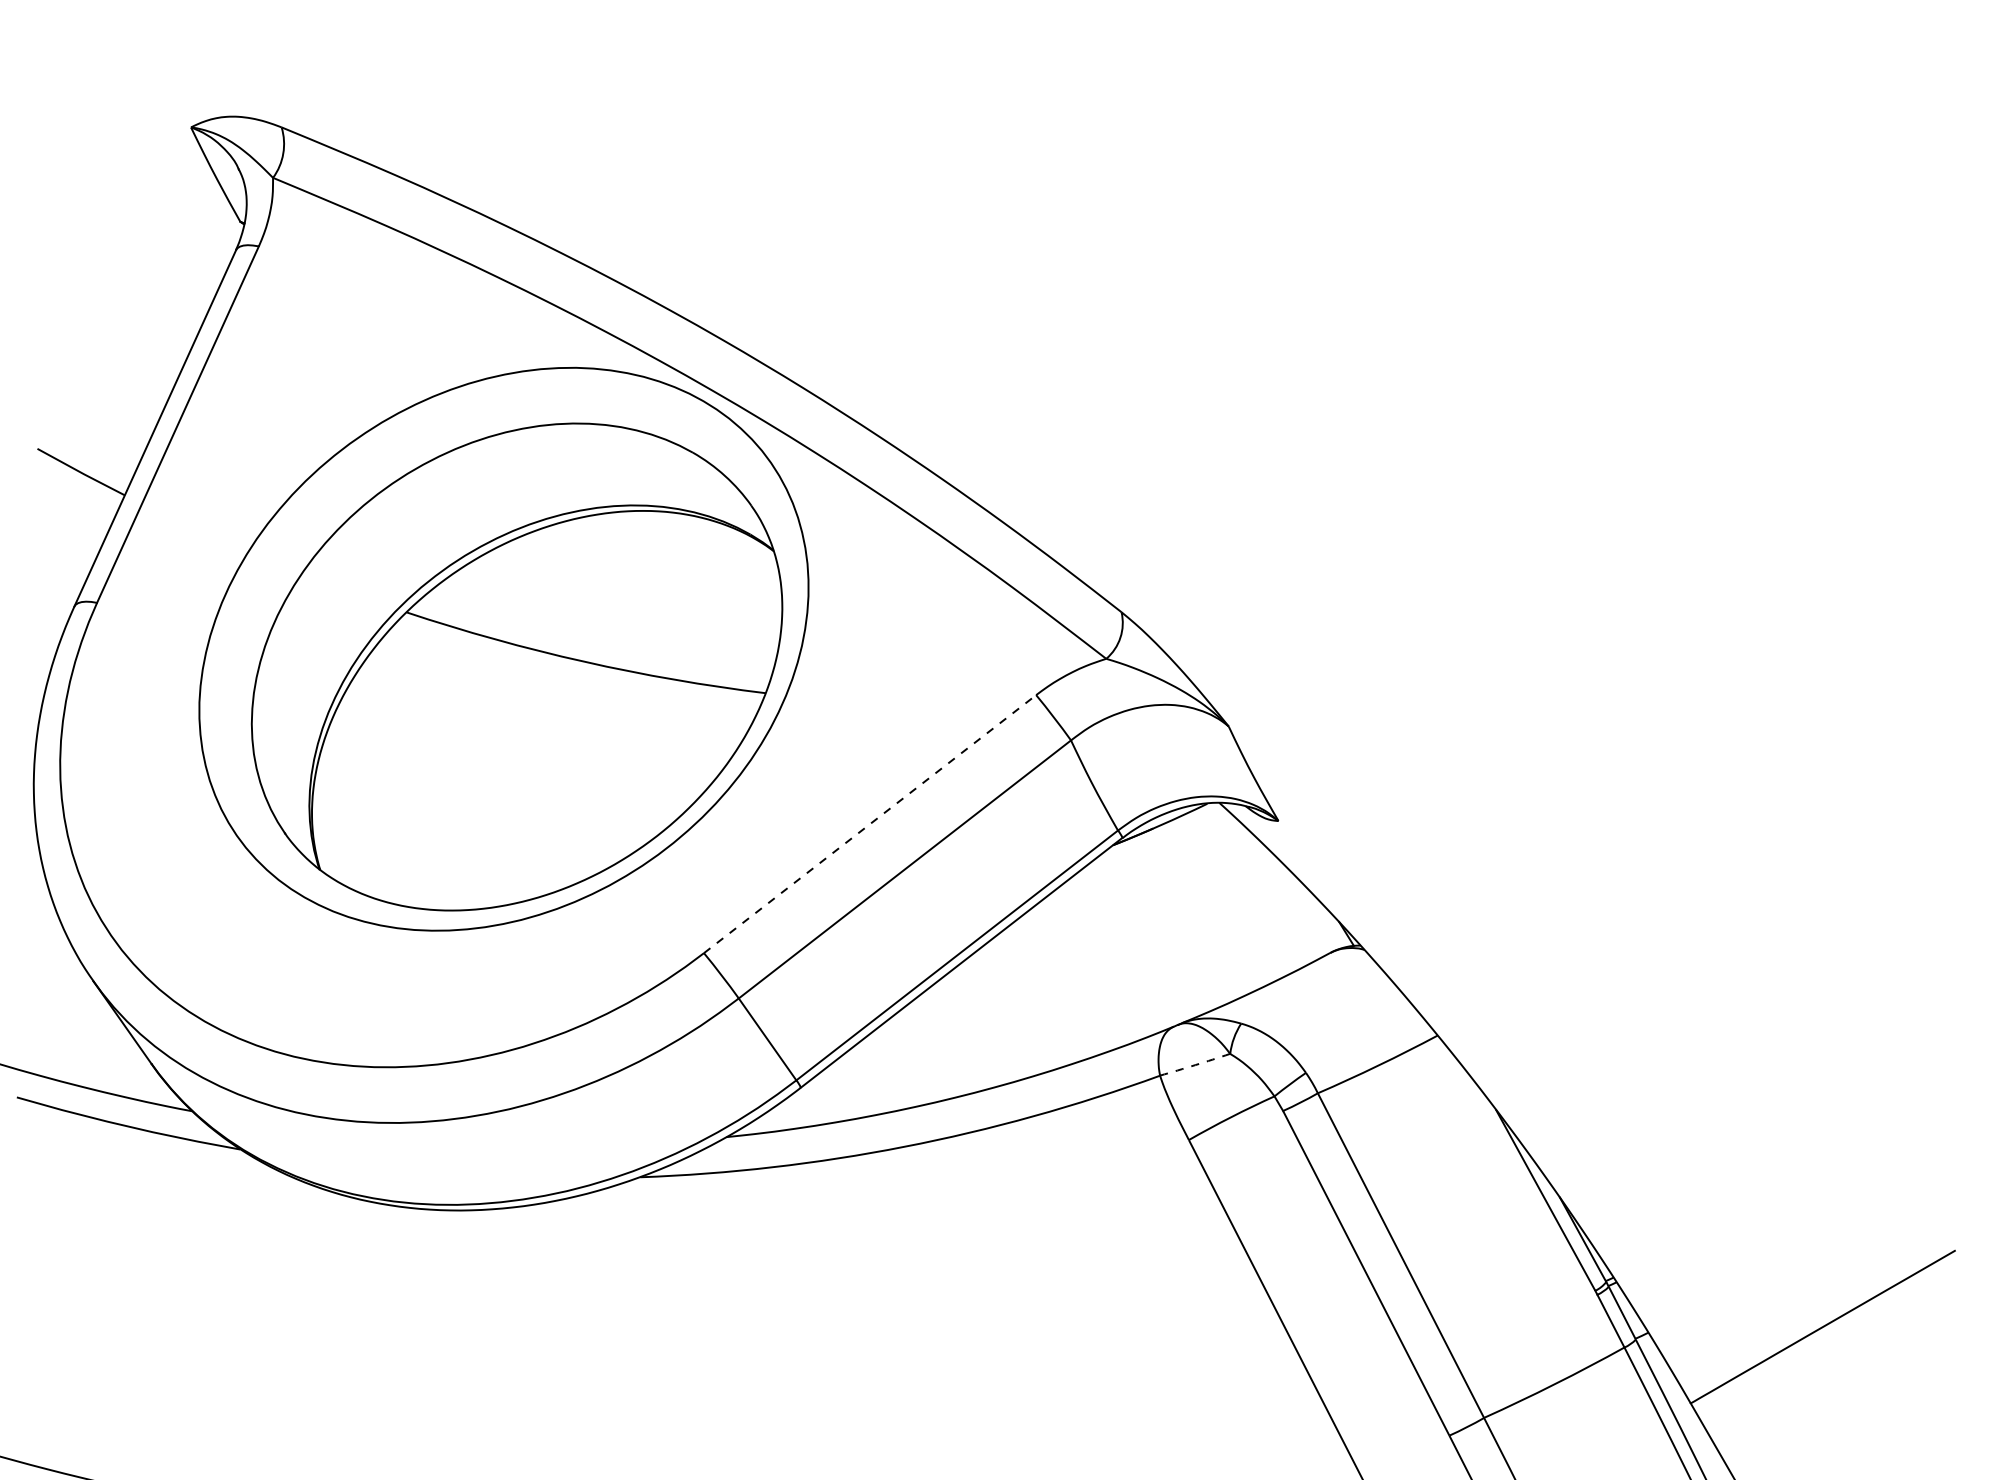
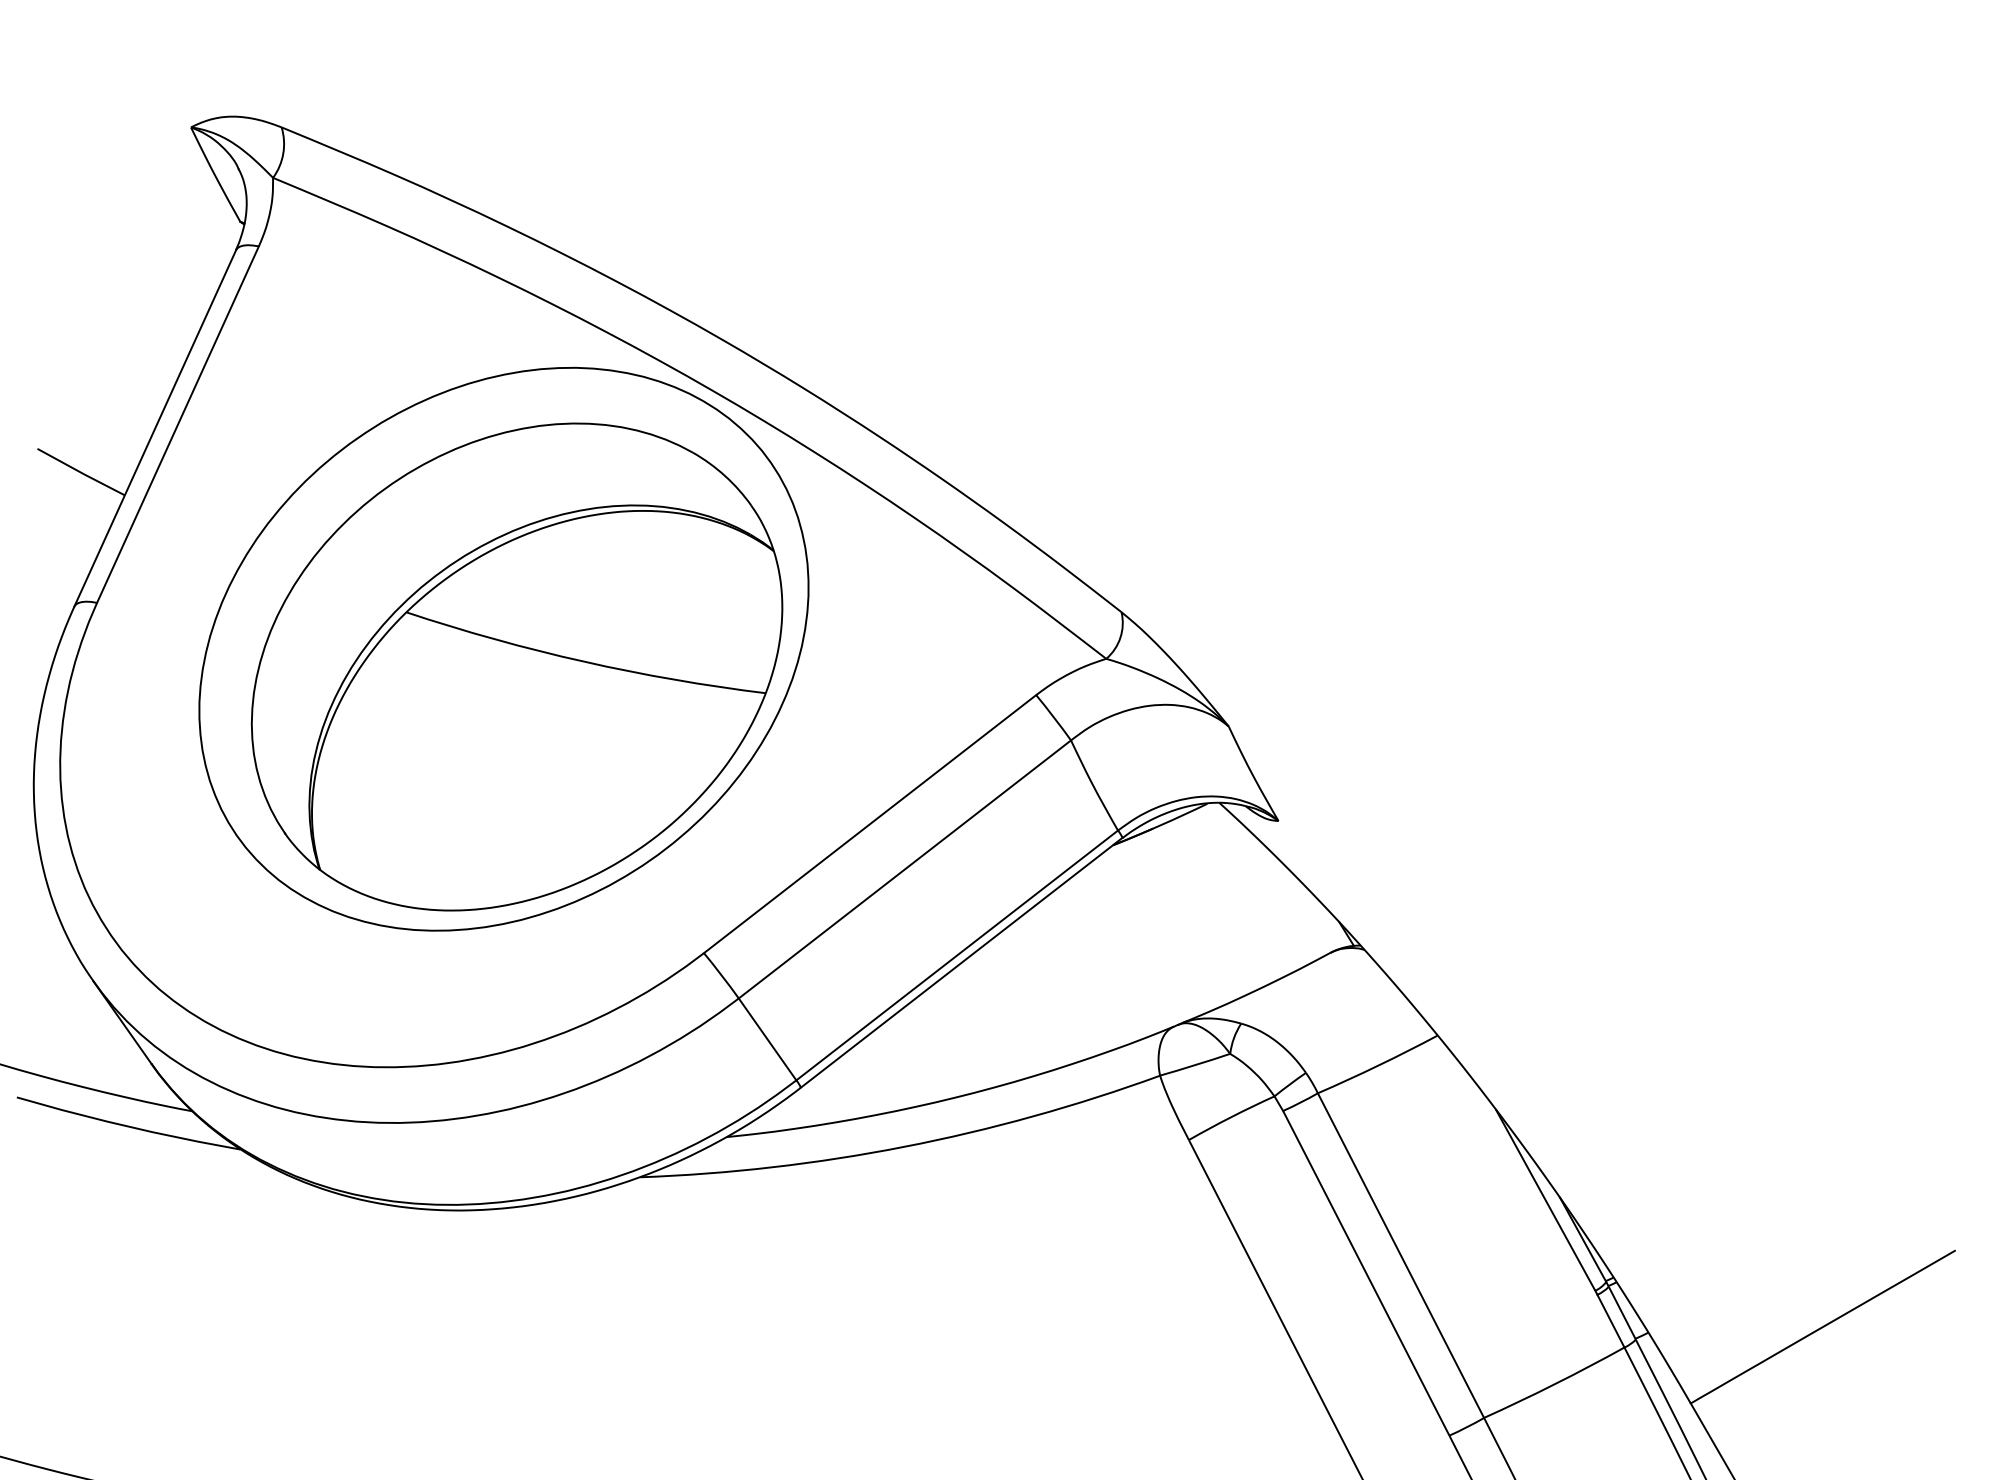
line at (870, 823): dashed -> solid
arc at (1195, 1065): dashed -> solid
